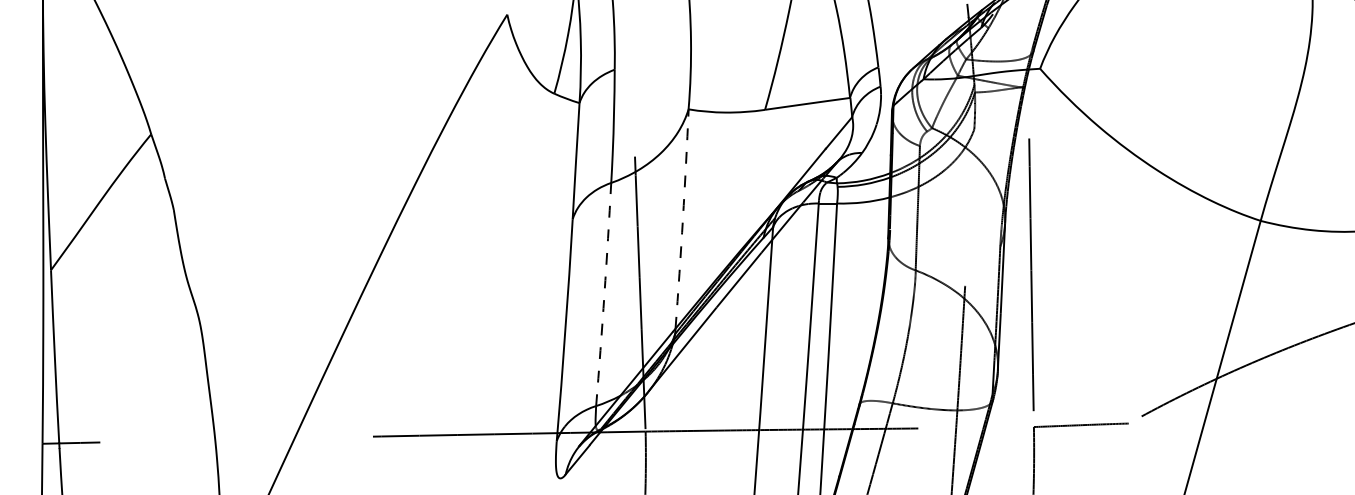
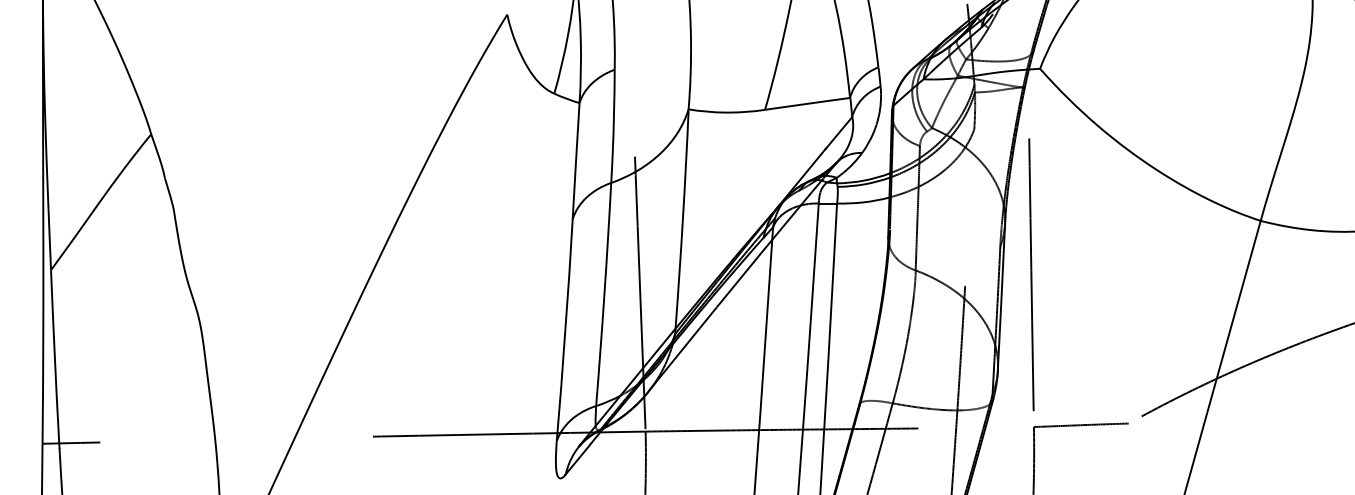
arc at (682, 219): dashed -> solid
arc at (604, 294): dashed -> solid
